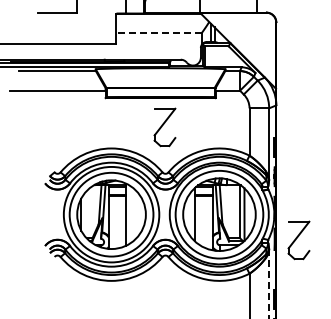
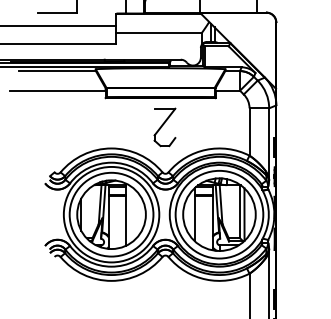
line at (59, 26): none -> present
line at (158, 33): dashed -> solid
part at (298, 240): present -> none
line at (269, 283): dashed -> solid
